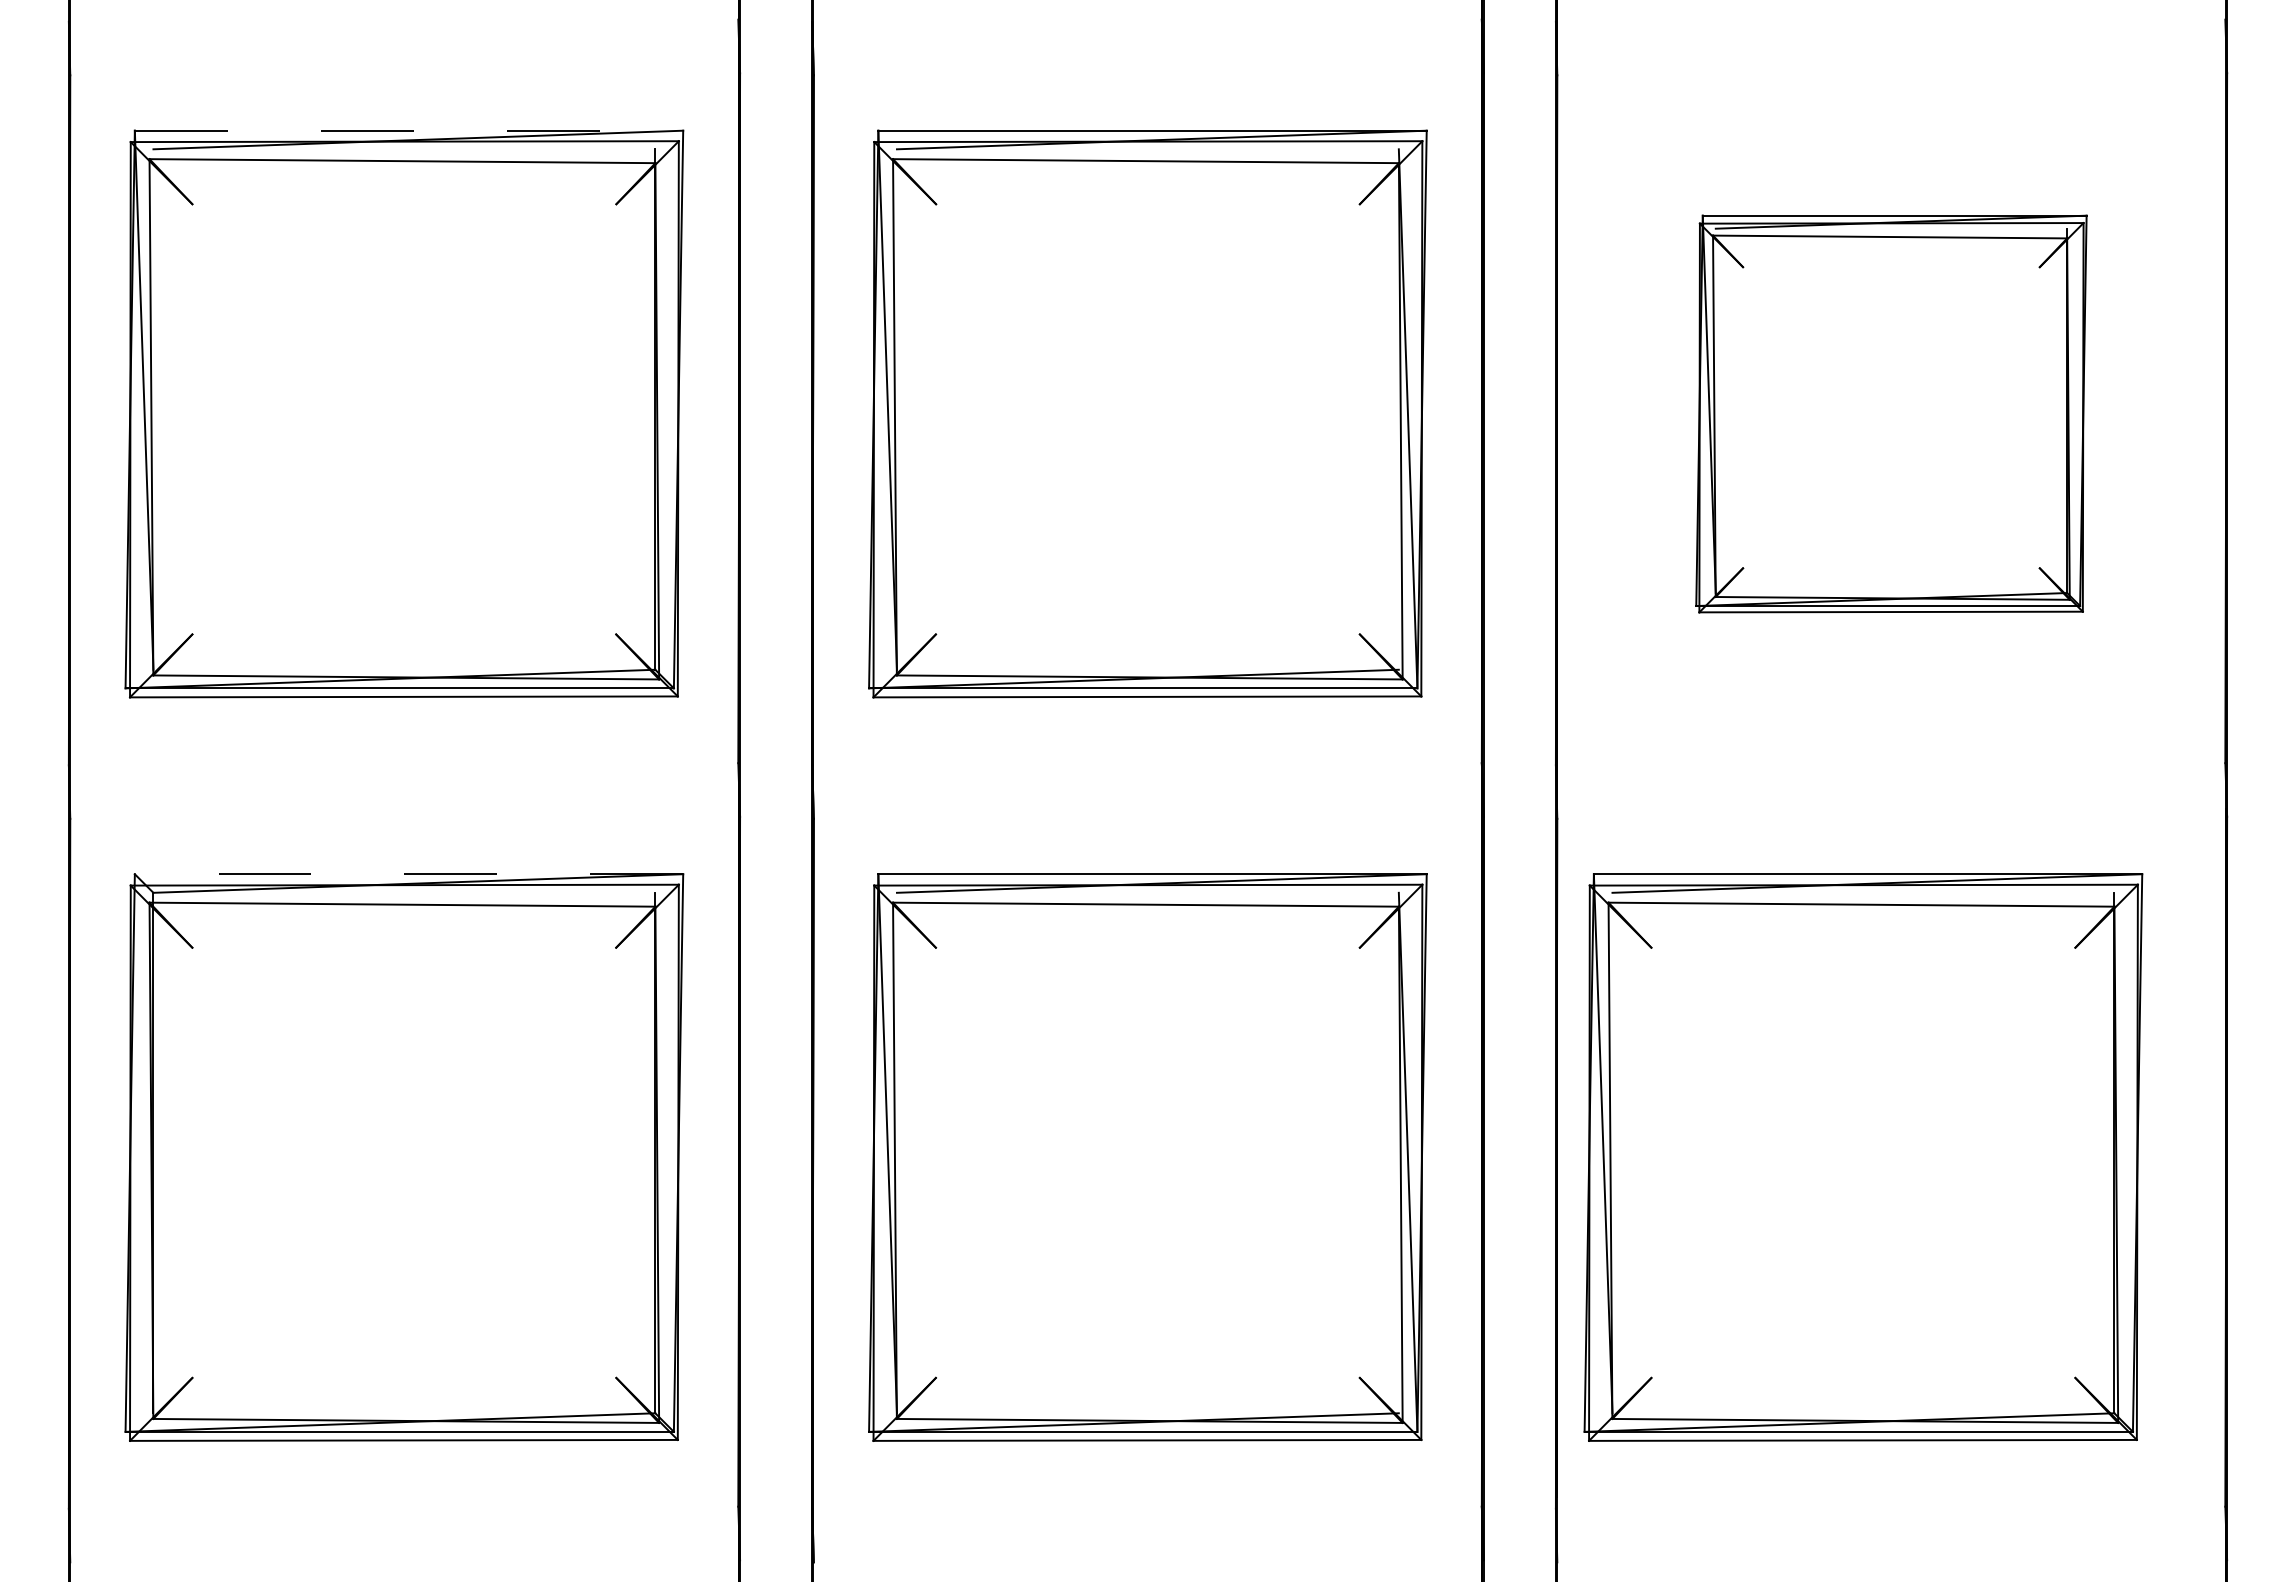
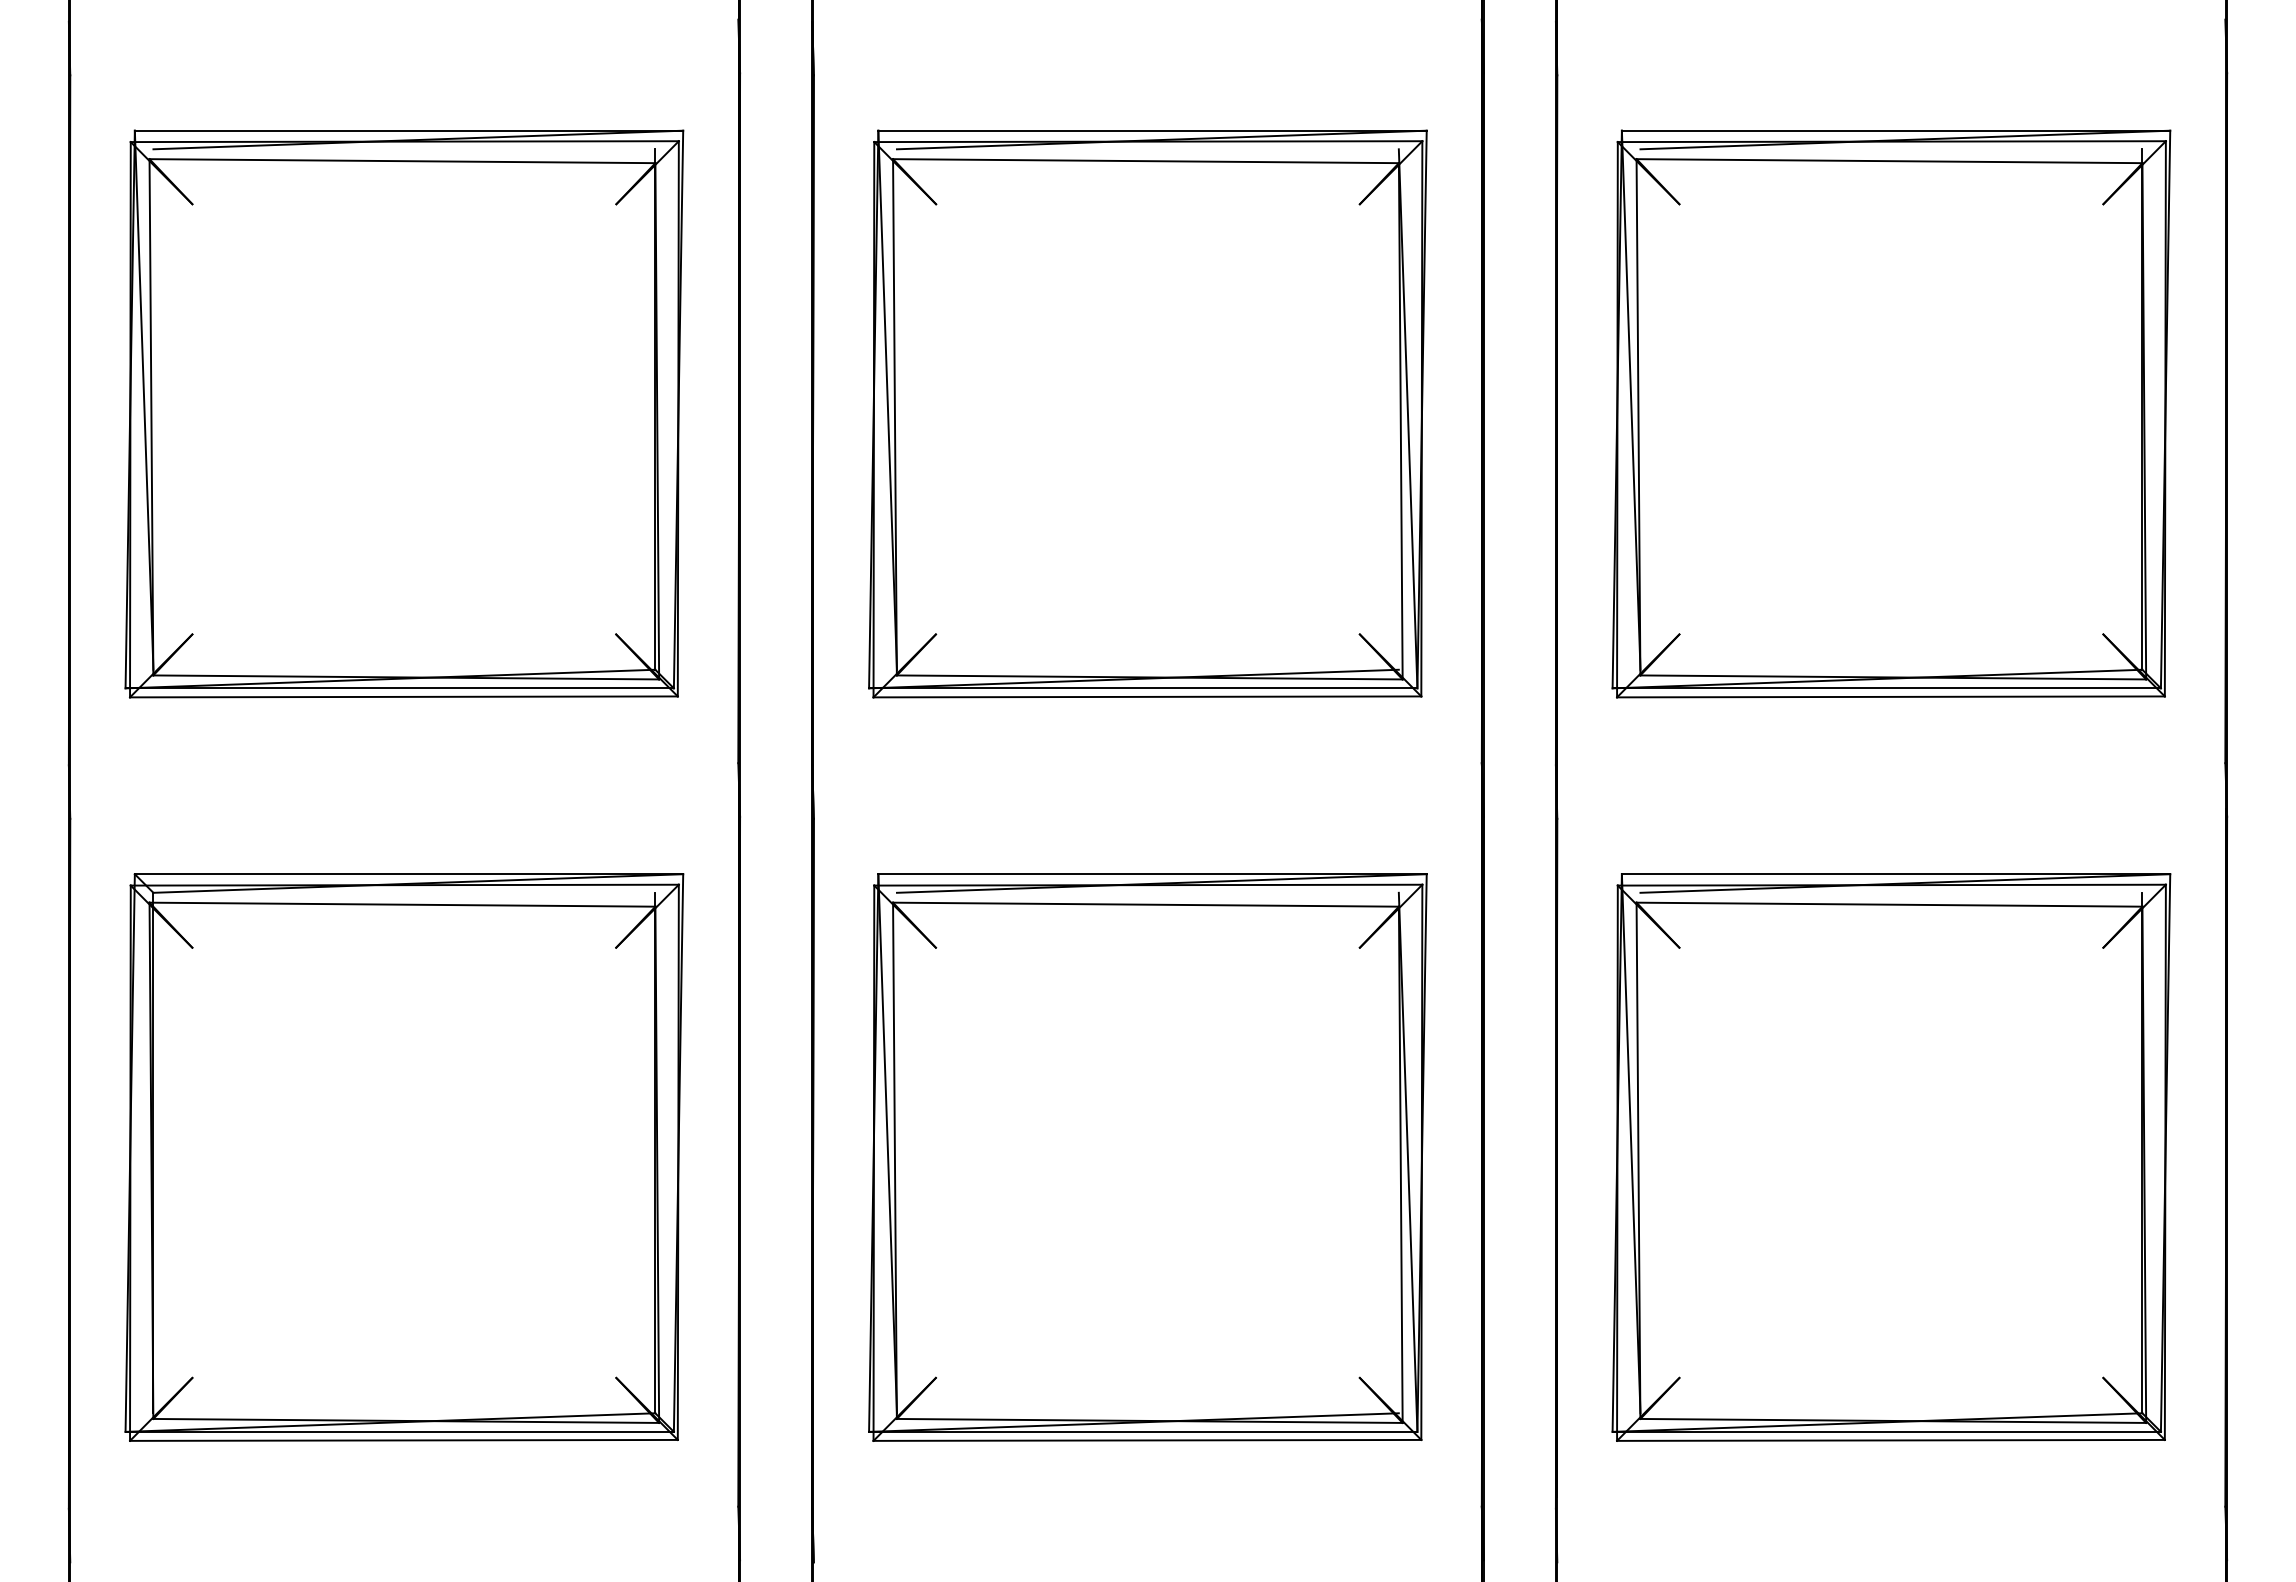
line at (409, 130): dashed -> solid
part at (1891, 413) size: 393x400 px -> 561x570 px
line at (408, 874): dashed -> solid
part at (1863, 1157) position: (1863, 1157) -> (1891, 1157)
